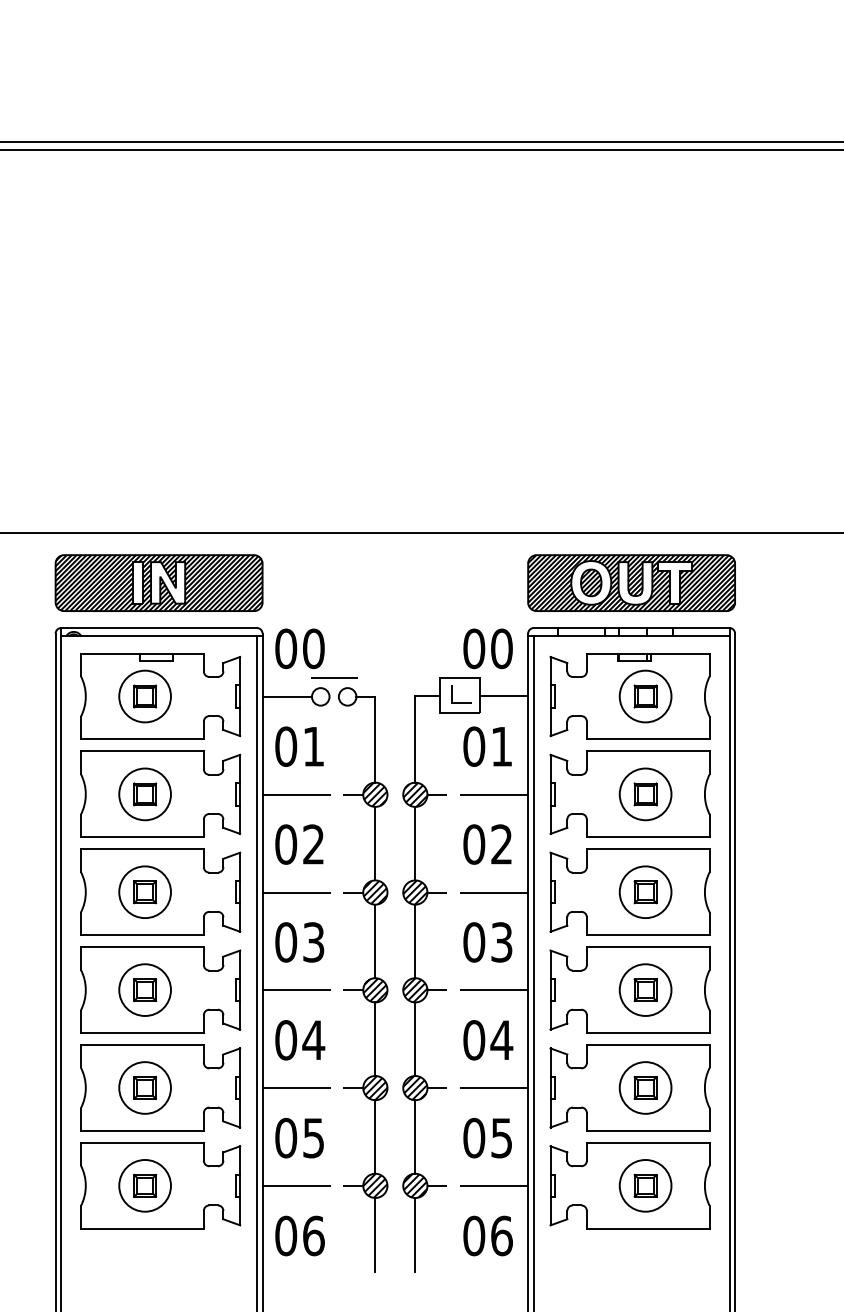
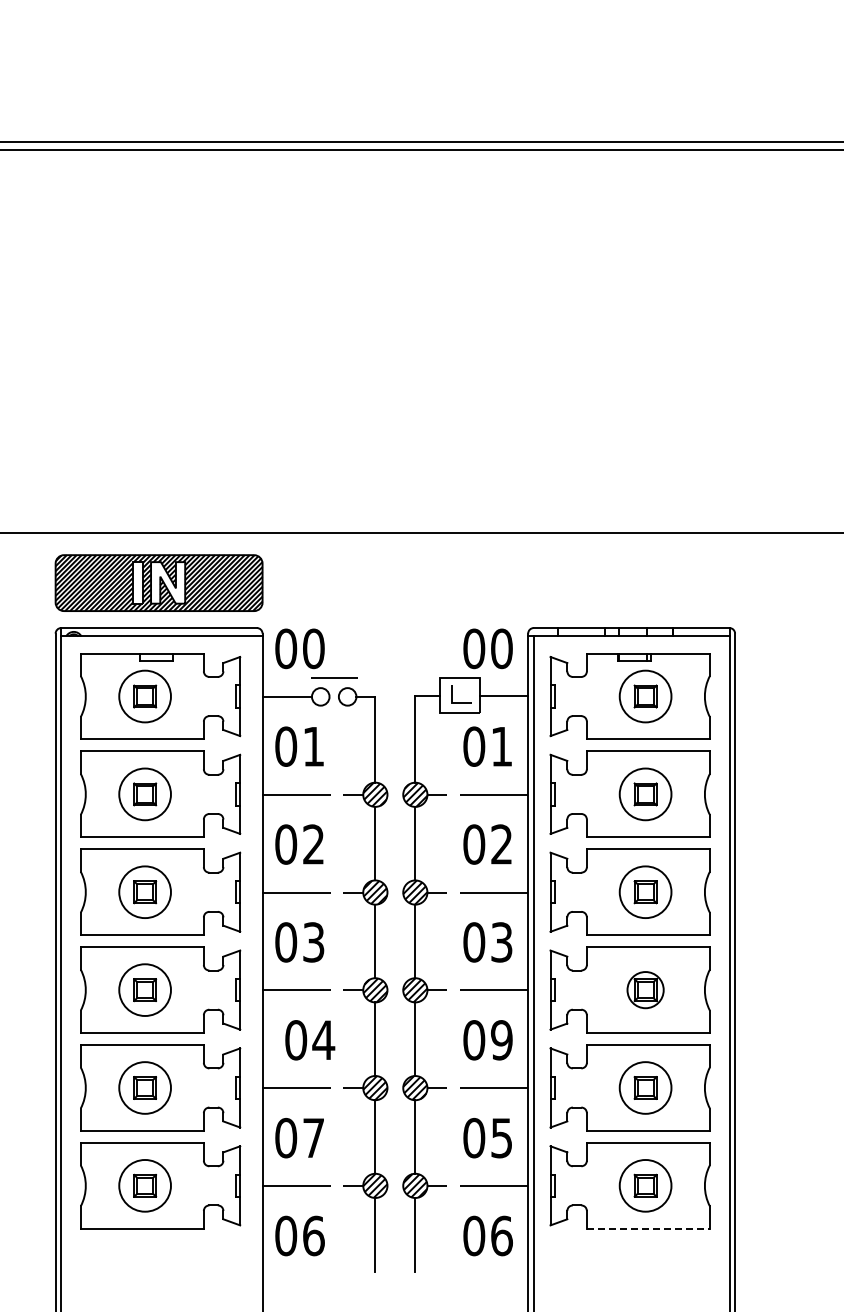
part at (631, 582): present -> none
line at (256, 972): present -> none
circle at (645, 989) diameter: 52 px -> 36 px
text at (300, 1040) position: (300, 1040) -> (310, 1040)
text at (501, 1040): 04 -> 09
text at (313, 1138): 05 -> 07
line at (648, 1228): solid -> dashed
